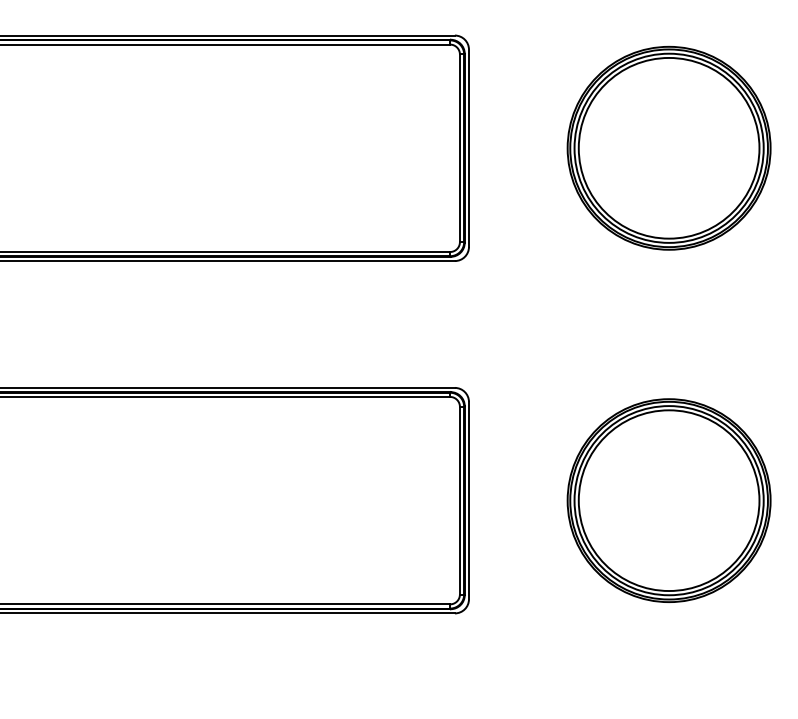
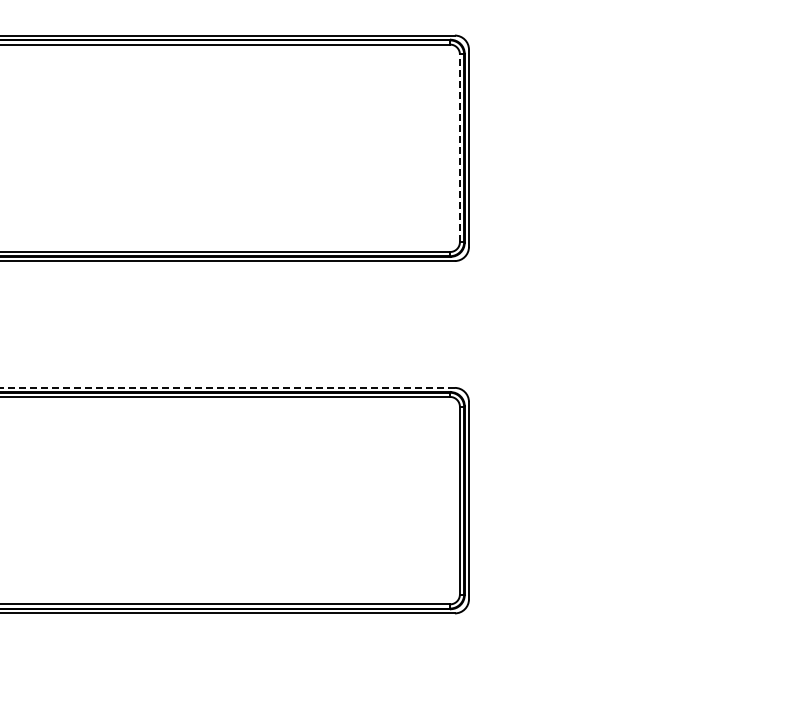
part at (668, 147): present -> none
line at (459, 148): solid -> dashed
line at (227, 387): solid -> dashed
part at (668, 500): present -> none
